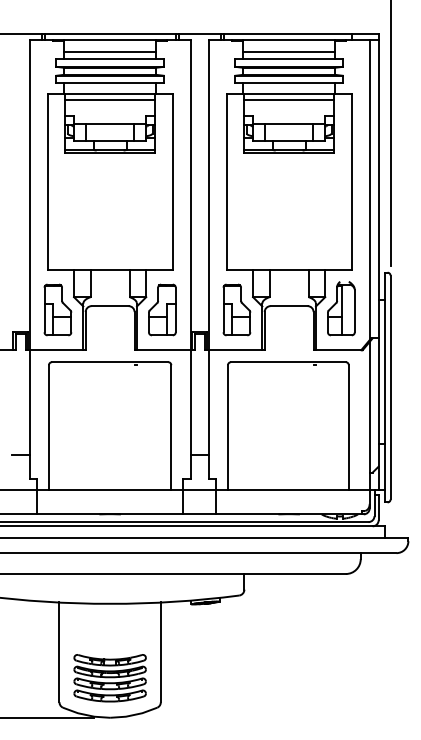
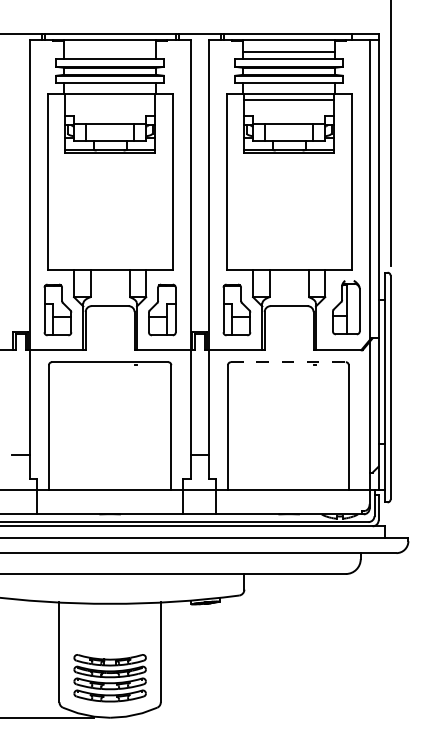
line at (109, 51): present -> none
line at (109, 99): present -> none
part at (341, 308) position: (341, 308) -> (346, 307)
line at (288, 362): solid -> dashed
